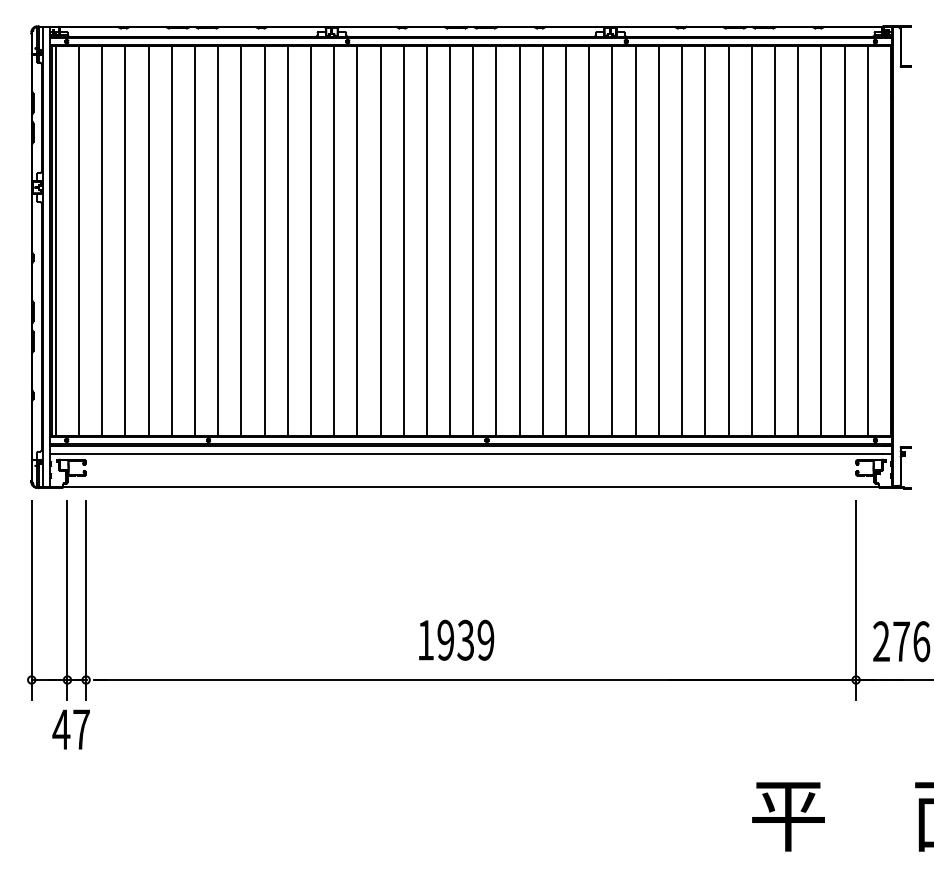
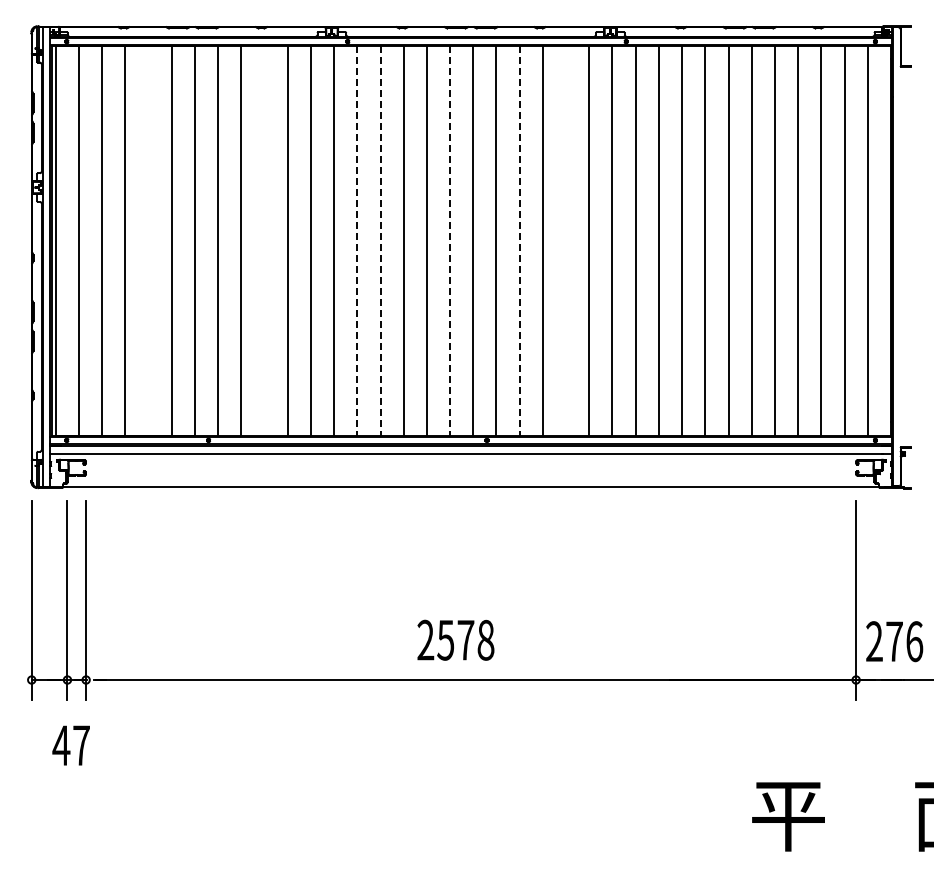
line at (148, 240): present -> none
line at (264, 240): present -> none
line at (566, 240): present -> none
line at (357, 241): solid -> dashed
line at (380, 241): solid -> dashed
line at (450, 241): solid -> dashed
line at (519, 241): solid -> dashed
text at (455, 639): 1939 -> 2578
text at (901, 641) position: (901, 641) -> (894, 641)
text at (70, 729) position: (70, 729) -> (70, 745)
